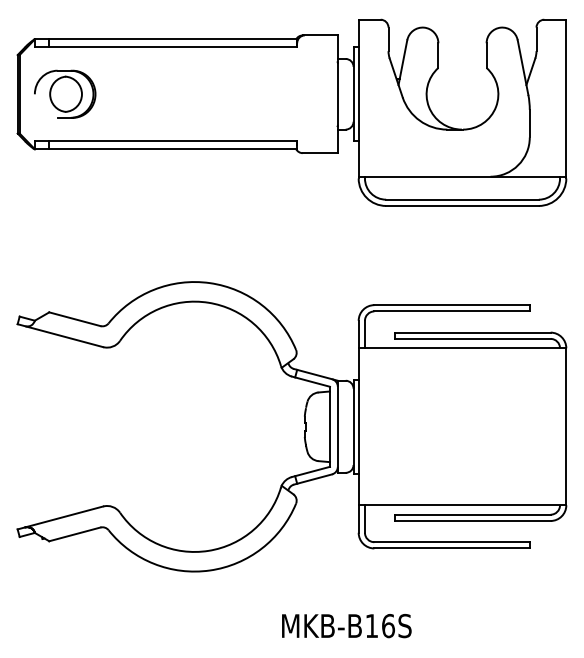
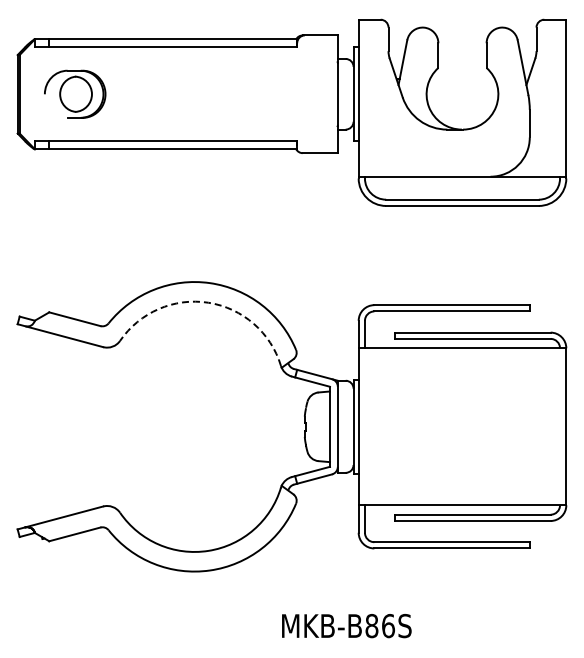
part at (65, 93) position: (65, 93) -> (75, 93)
arc at (208, 302): solid -> dashed
text at (371, 626): MKB-B16S -> MKB-B86S
